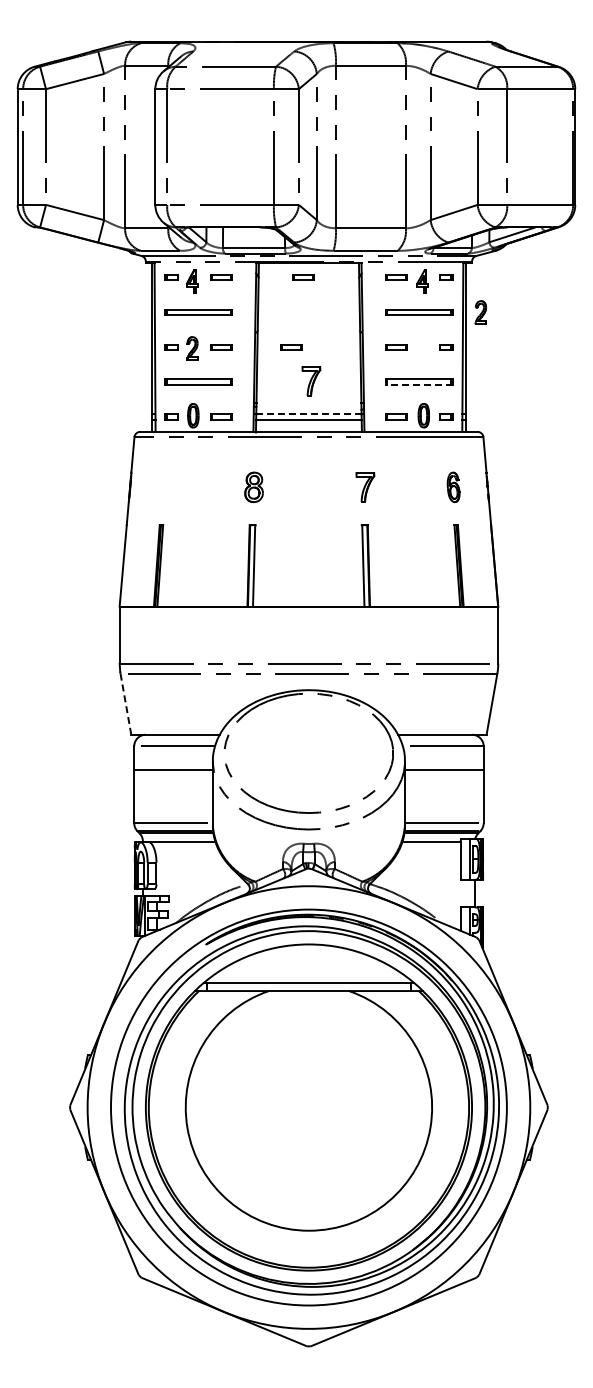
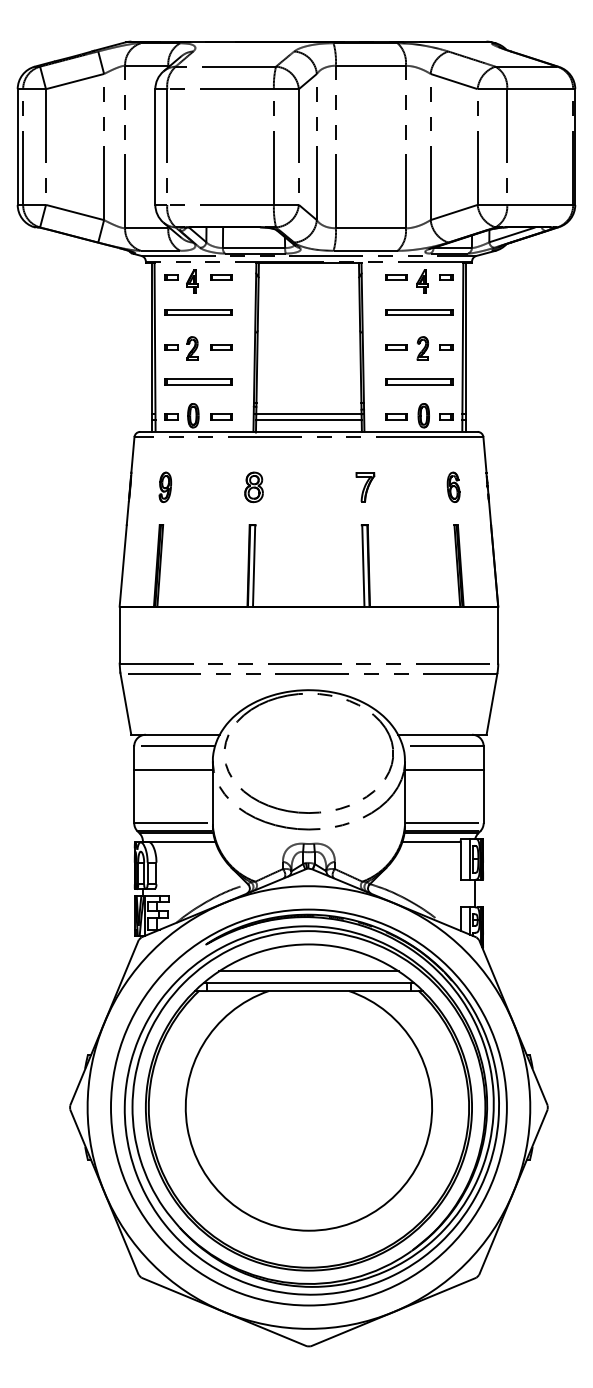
part at (303, 277): present -> none
part at (480, 312) position: (480, 312) -> (422, 348)
part at (291, 347): present -> none
part at (311, 381): present -> none
line at (418, 385): dashed -> solid
line at (308, 414): dashed -> solid
part at (165, 486): none -> present
line at (125, 704): dashed -> solid
line at (308, 971): none -> present
